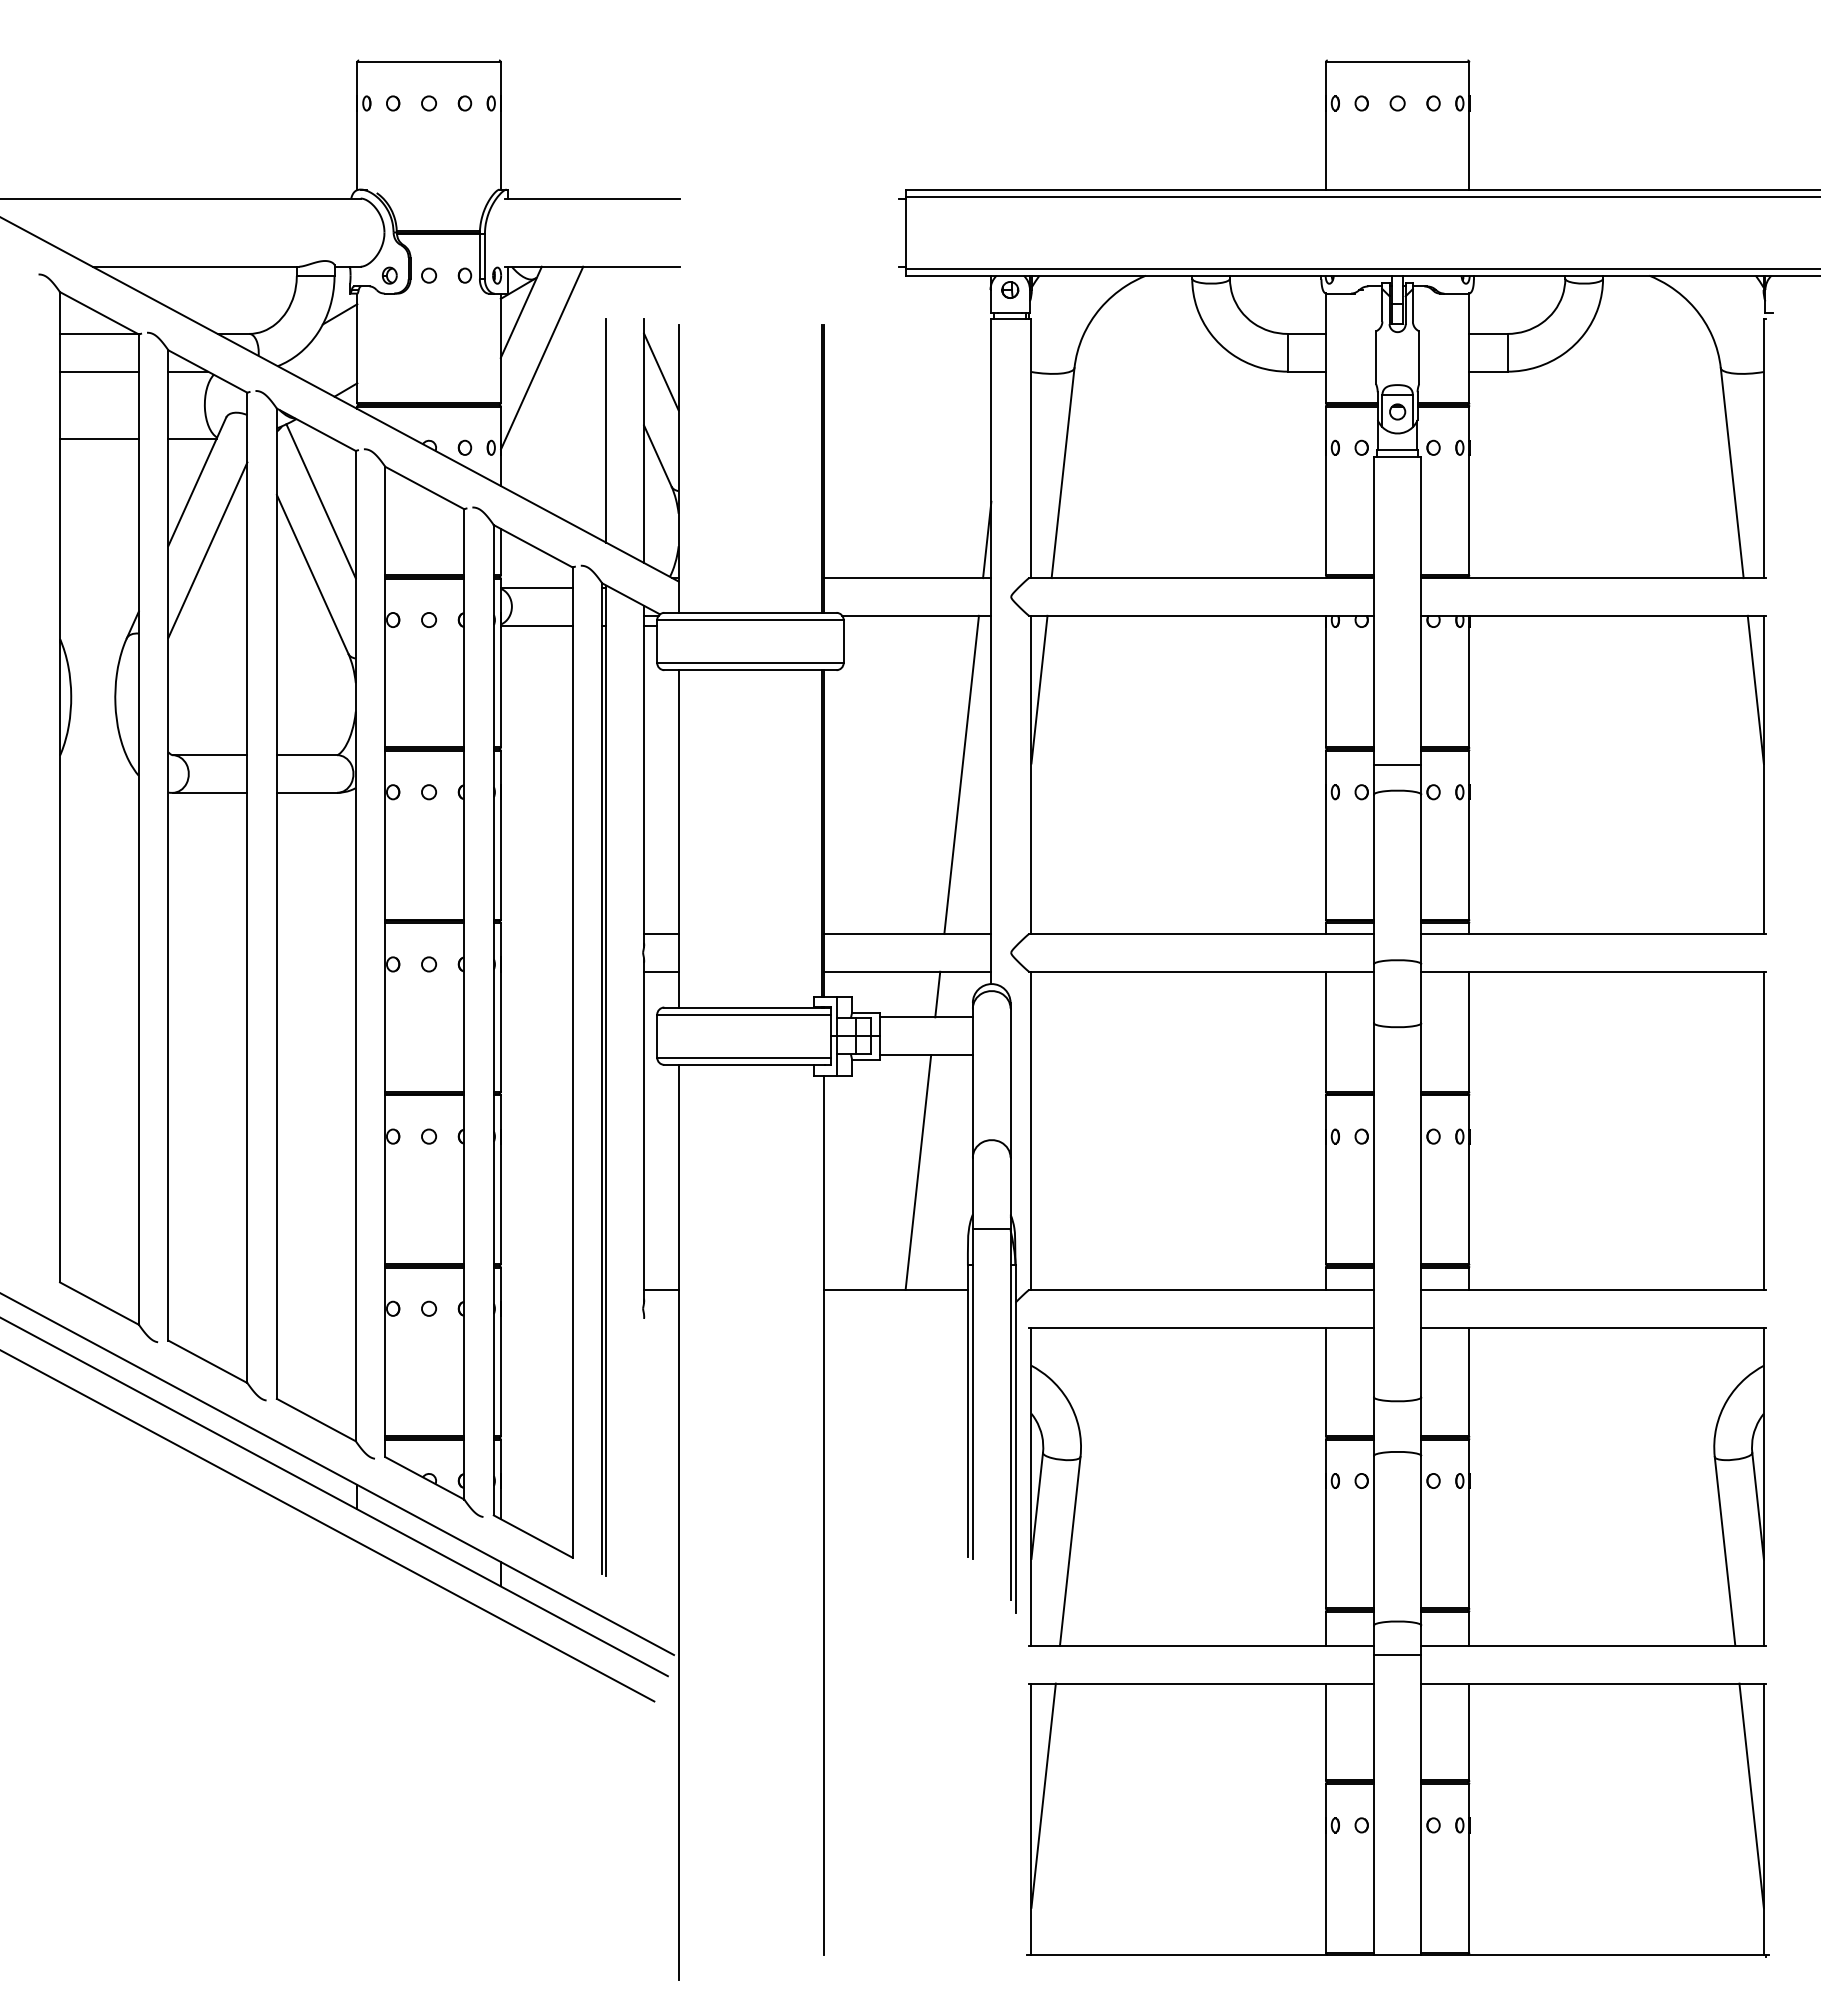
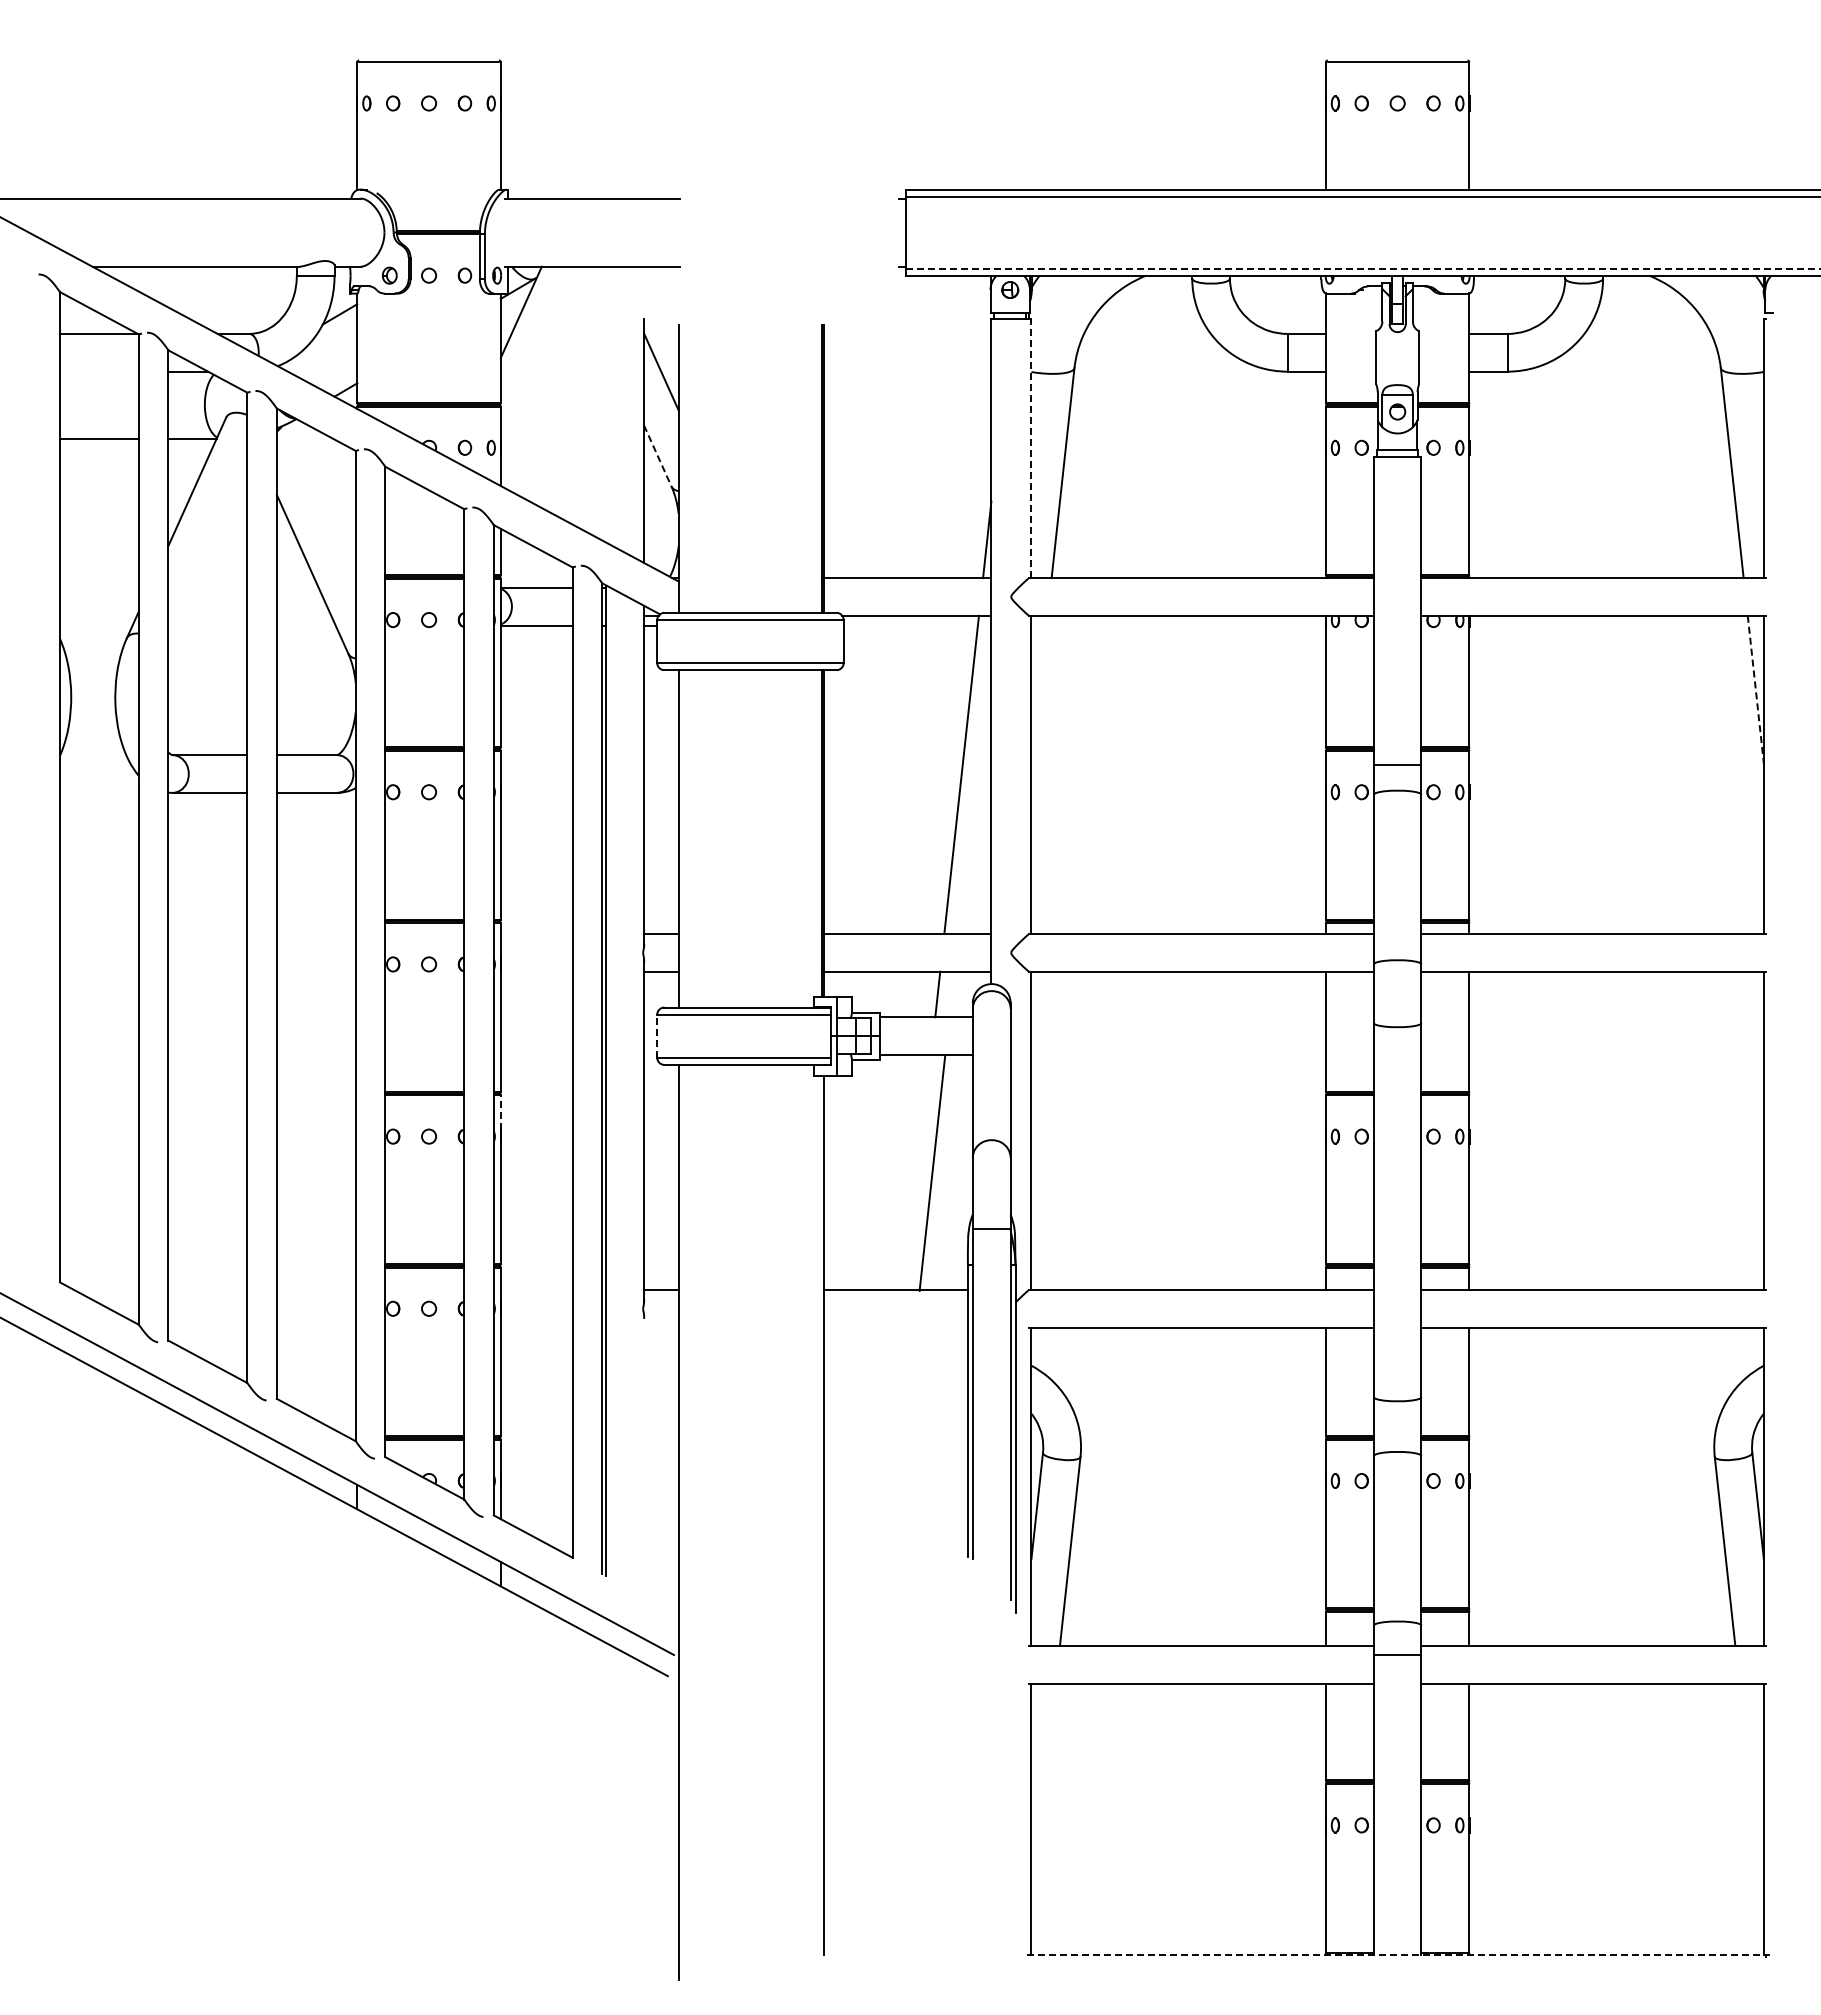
line at (1363, 268): solid -> dashed
line at (542, 357): present -> none
line at (99, 371): present -> none
line at (606, 430): present -> none
line at (1031, 448): solid -> dashed
line at (657, 456): solid -> dashed
line at (320, 501): present -> none
line at (207, 549): present -> none
line at (1039, 689): present -> none
line at (1755, 689): solid -> dashed
line at (657, 1036): solid -> dashed
line at (500, 1112): solid -> dashed
line at (918, 1172) position: (918, 1172) -> (932, 1173)
line at (328, 1526): present -> none
line at (1043, 1795): present -> none
line at (1751, 1795): present -> none
line at (1396, 1954): solid -> dashed
